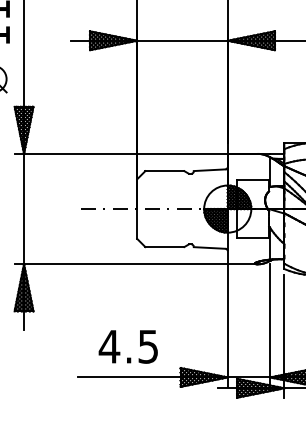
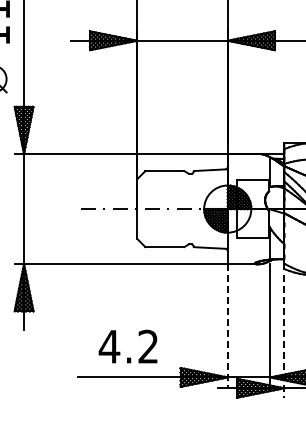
line at (227, 326): solid -> dashed
line at (284, 336): solid -> dashed
text at (147, 346): 4.5 -> 4.2
